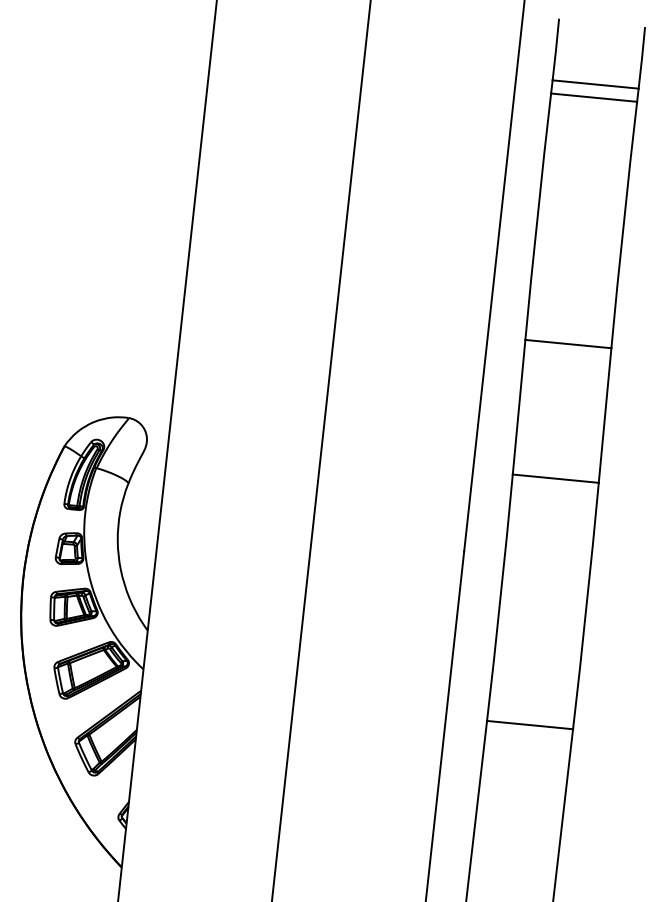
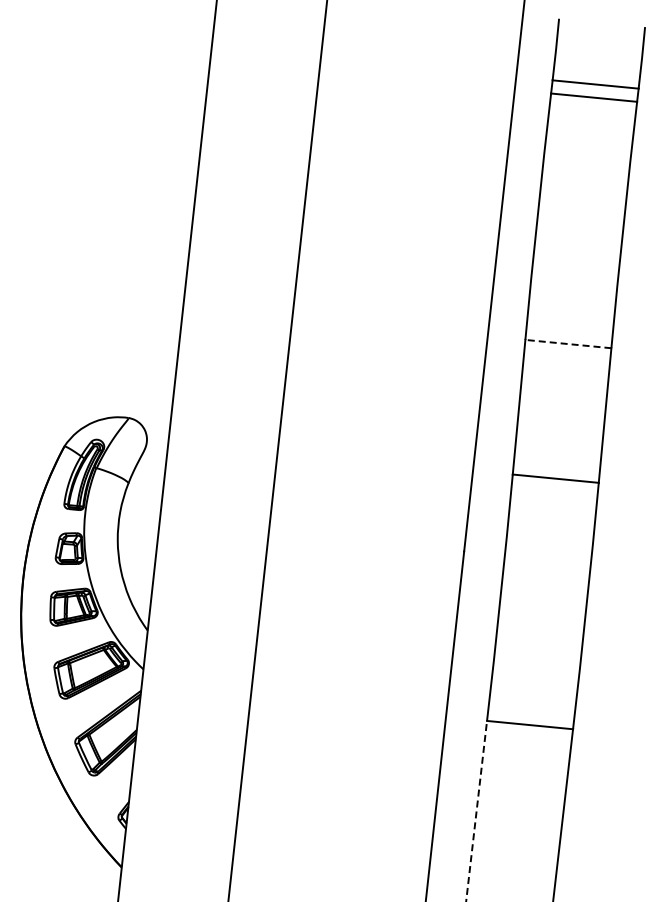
line at (567, 344): solid -> dashed
line at (321, 450) position: (321, 450) -> (277, 450)
line at (476, 811): solid -> dashed
